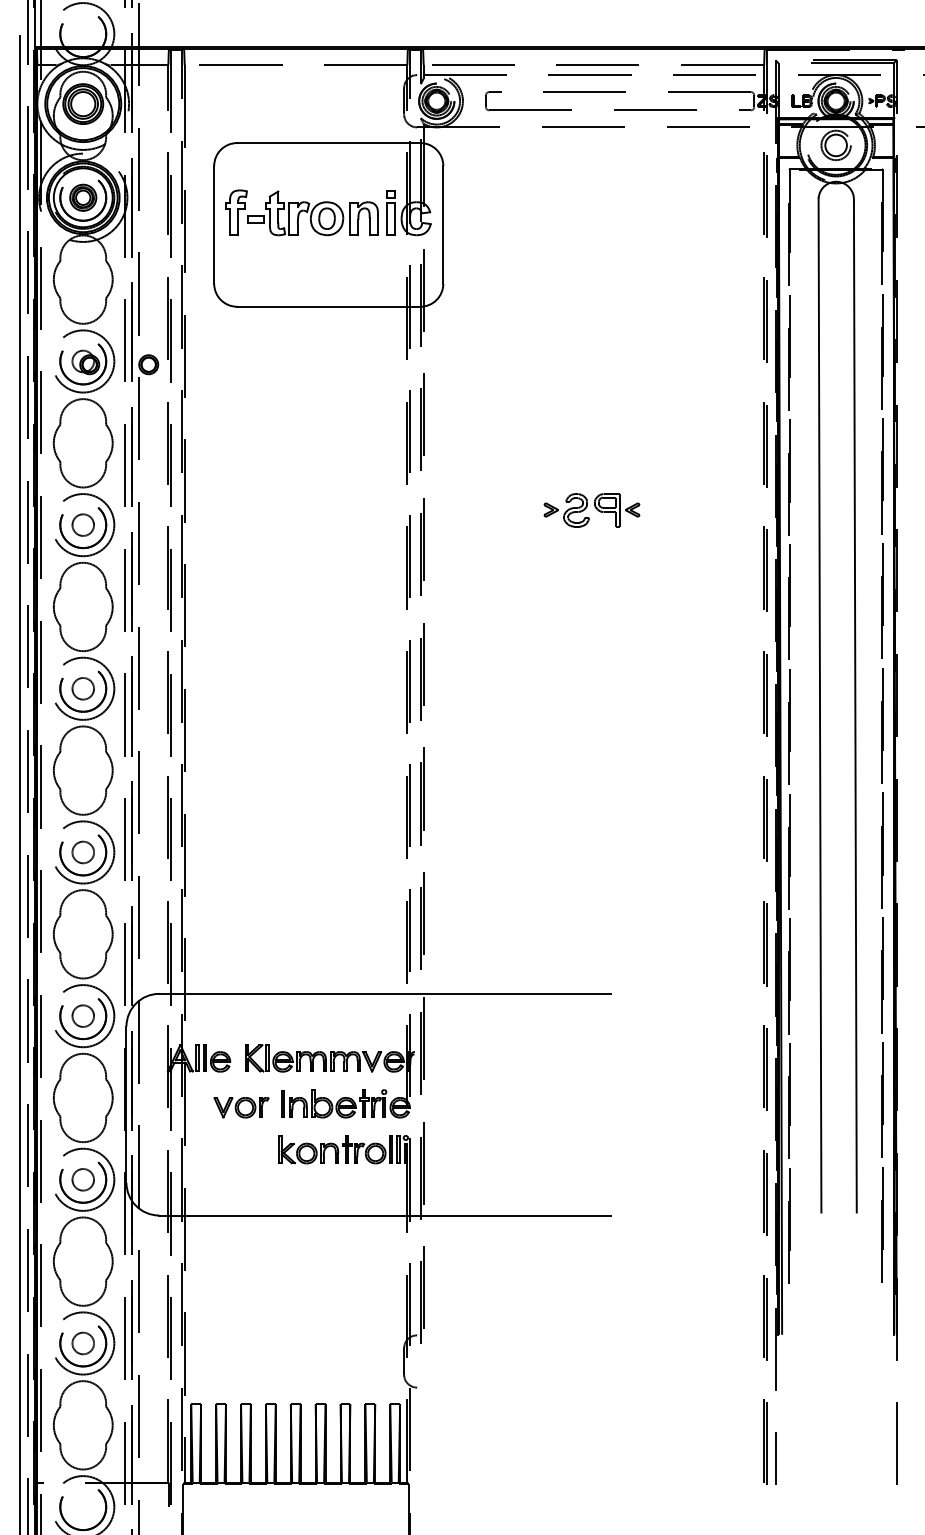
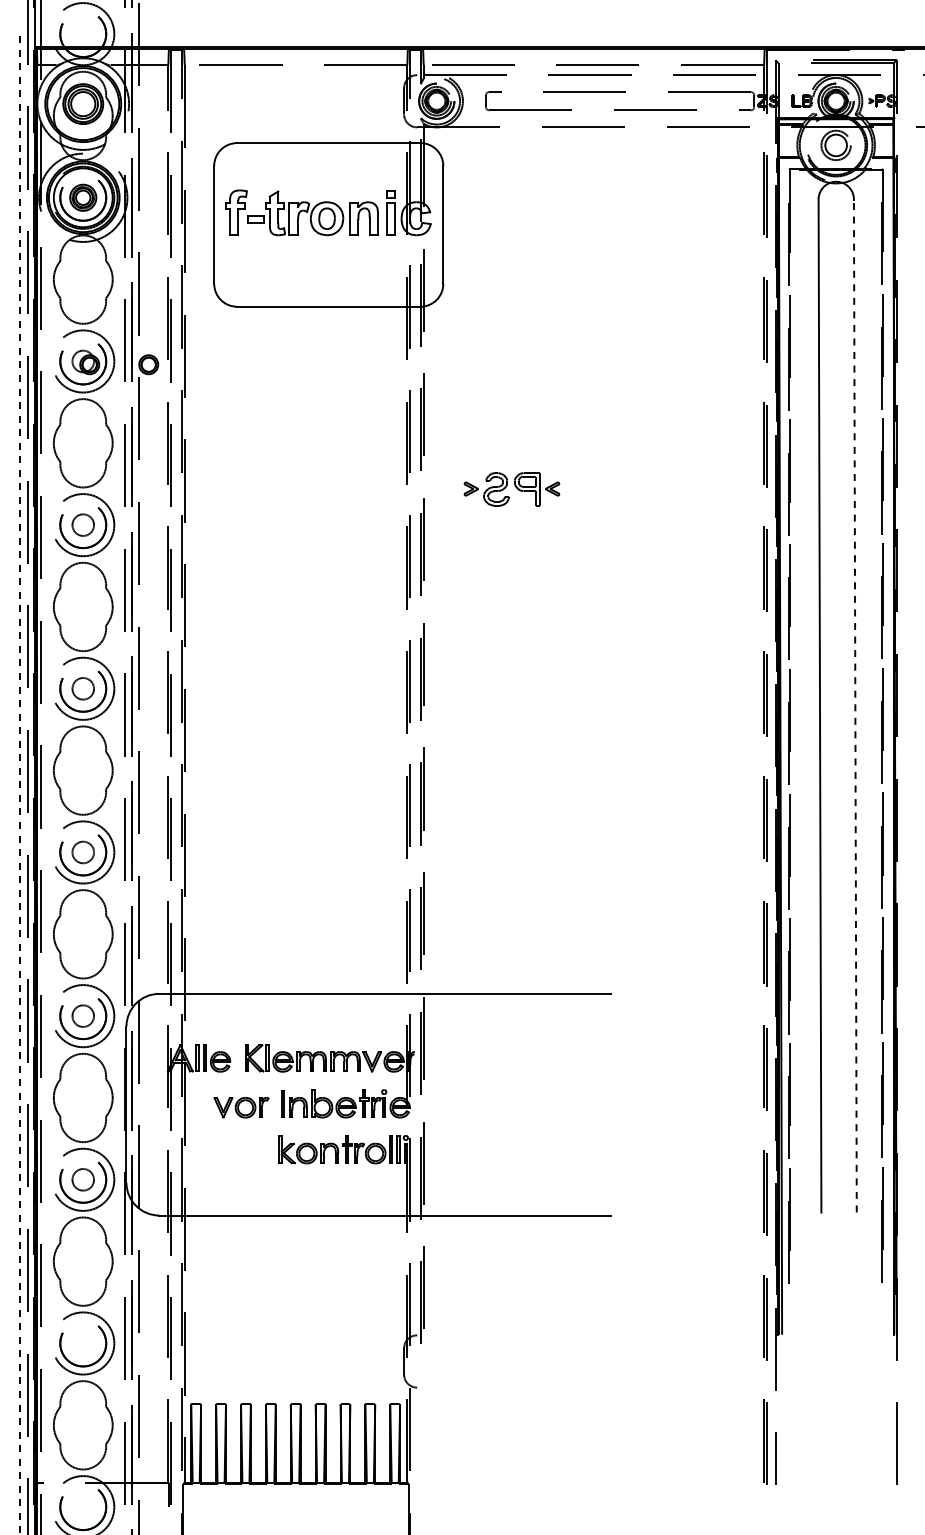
part at (591, 510) position: (591, 510) -> (511, 489)
line at (855, 706): solid -> dashed
line at (20, 785): solid -> dashed
circle at (82, 1343): present -> none
